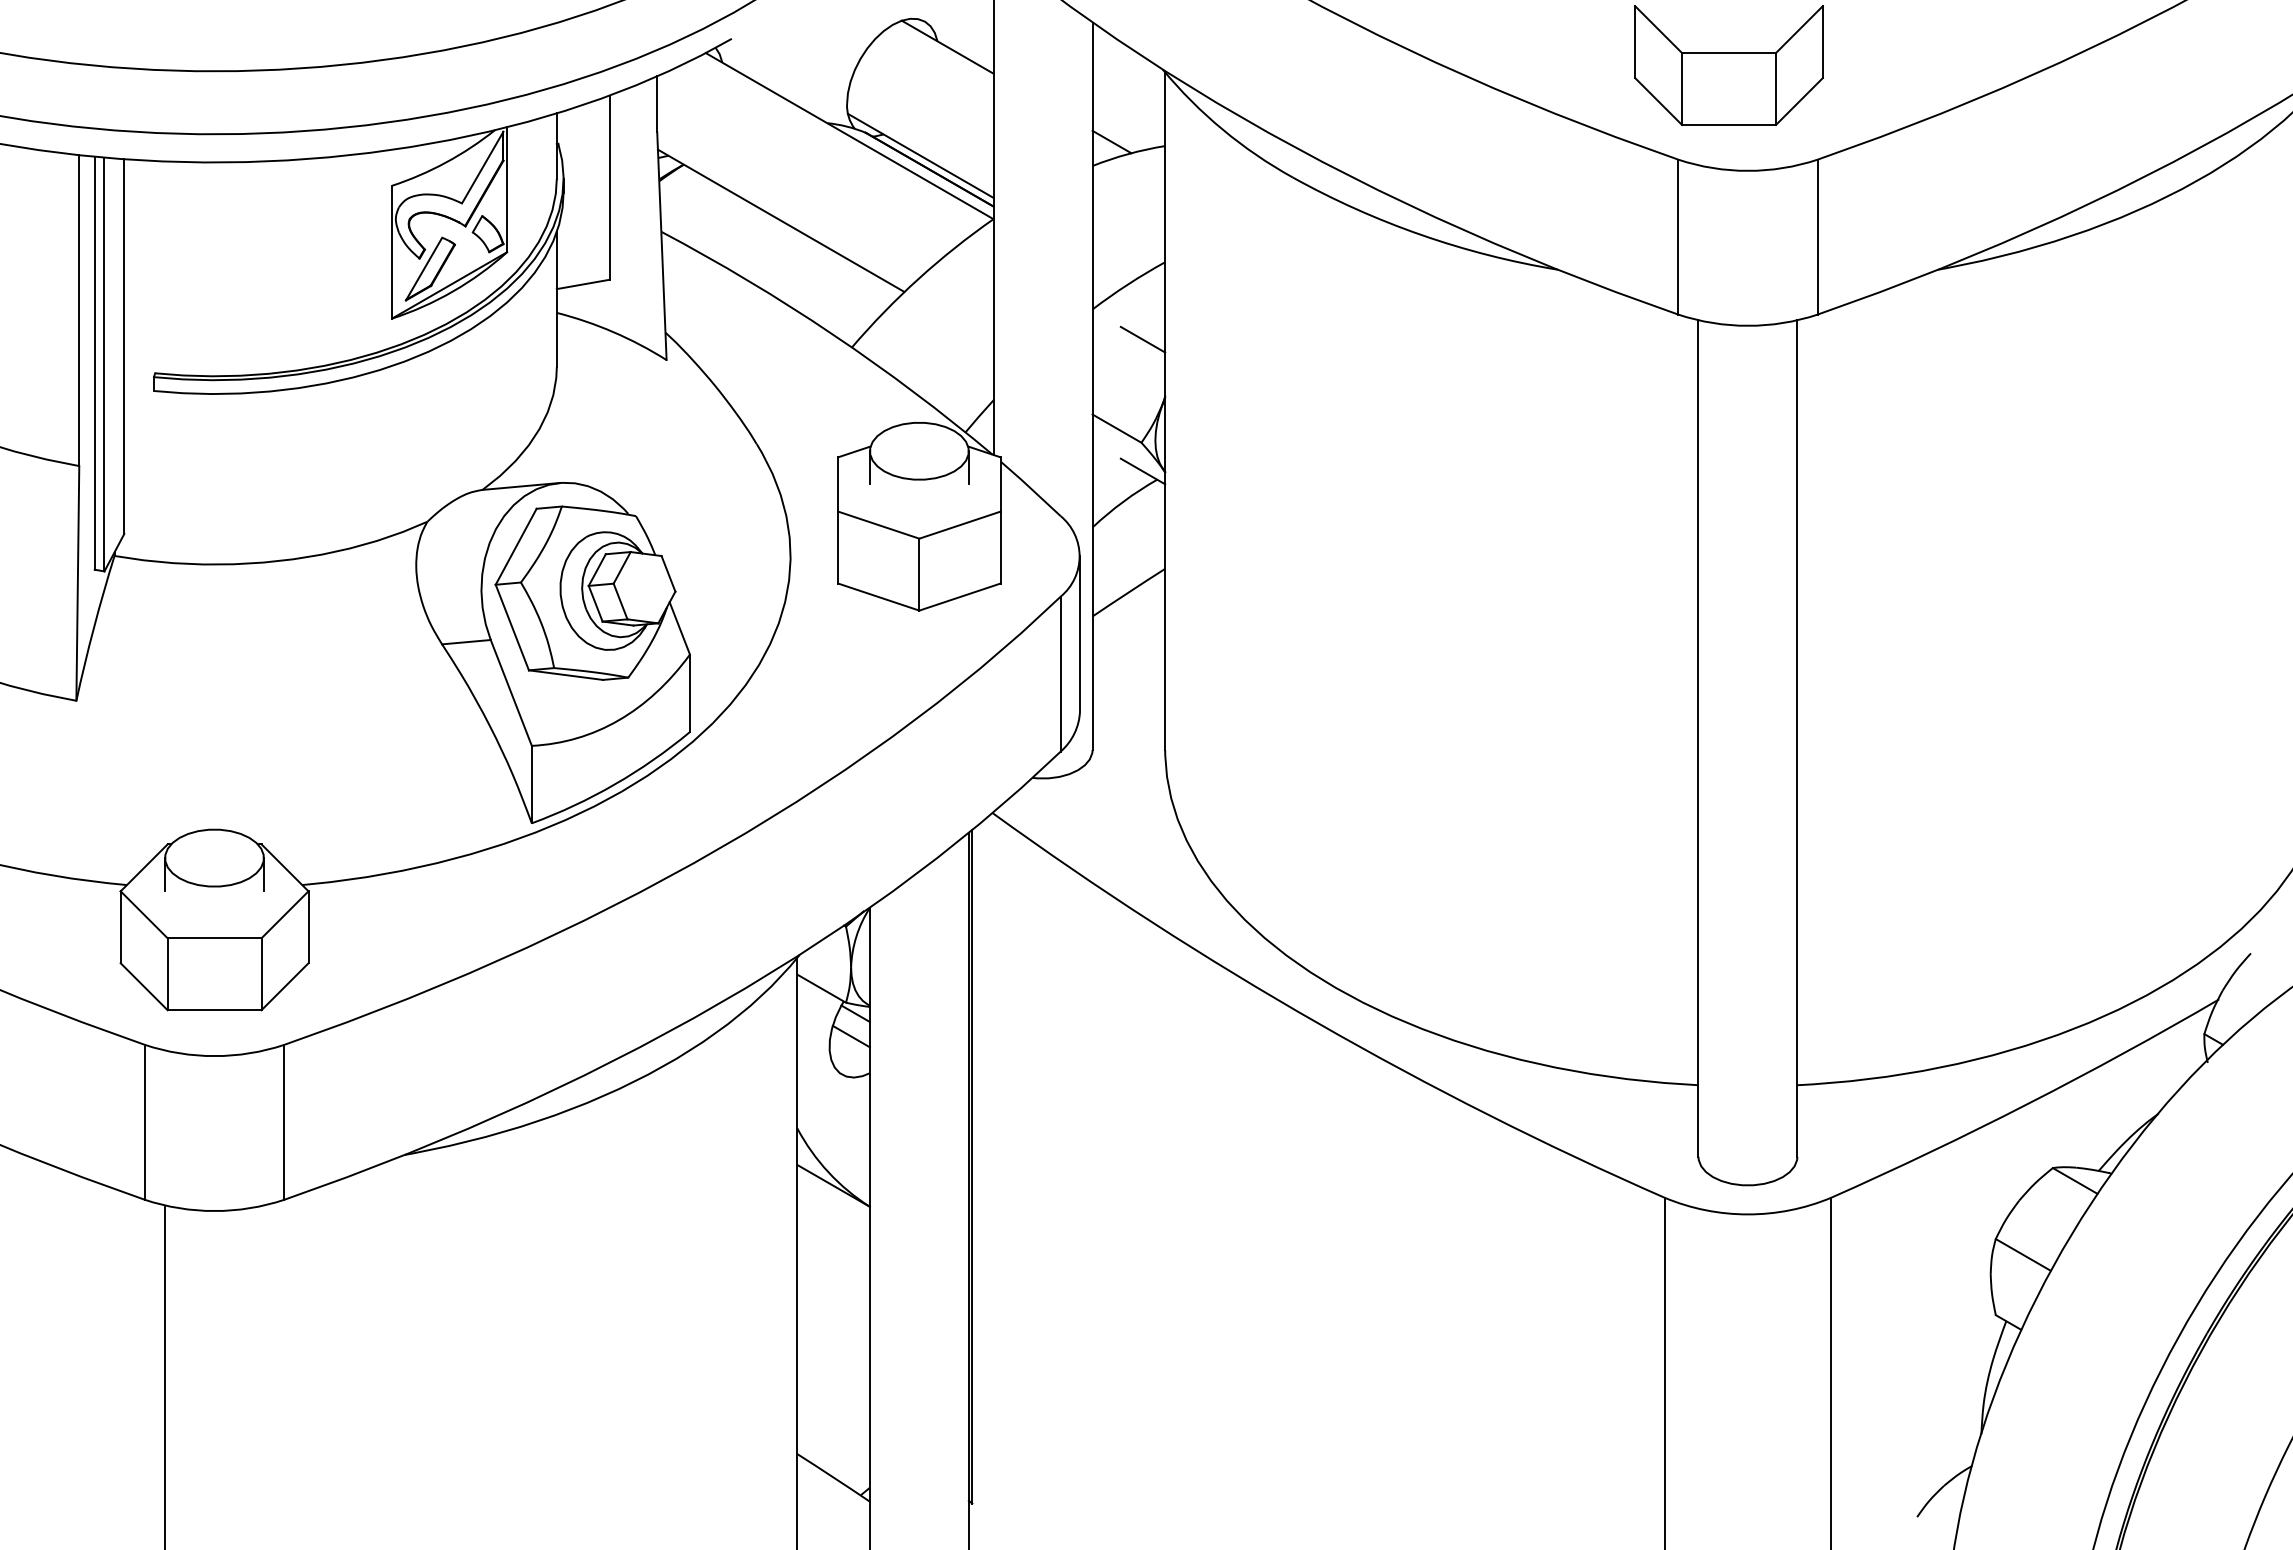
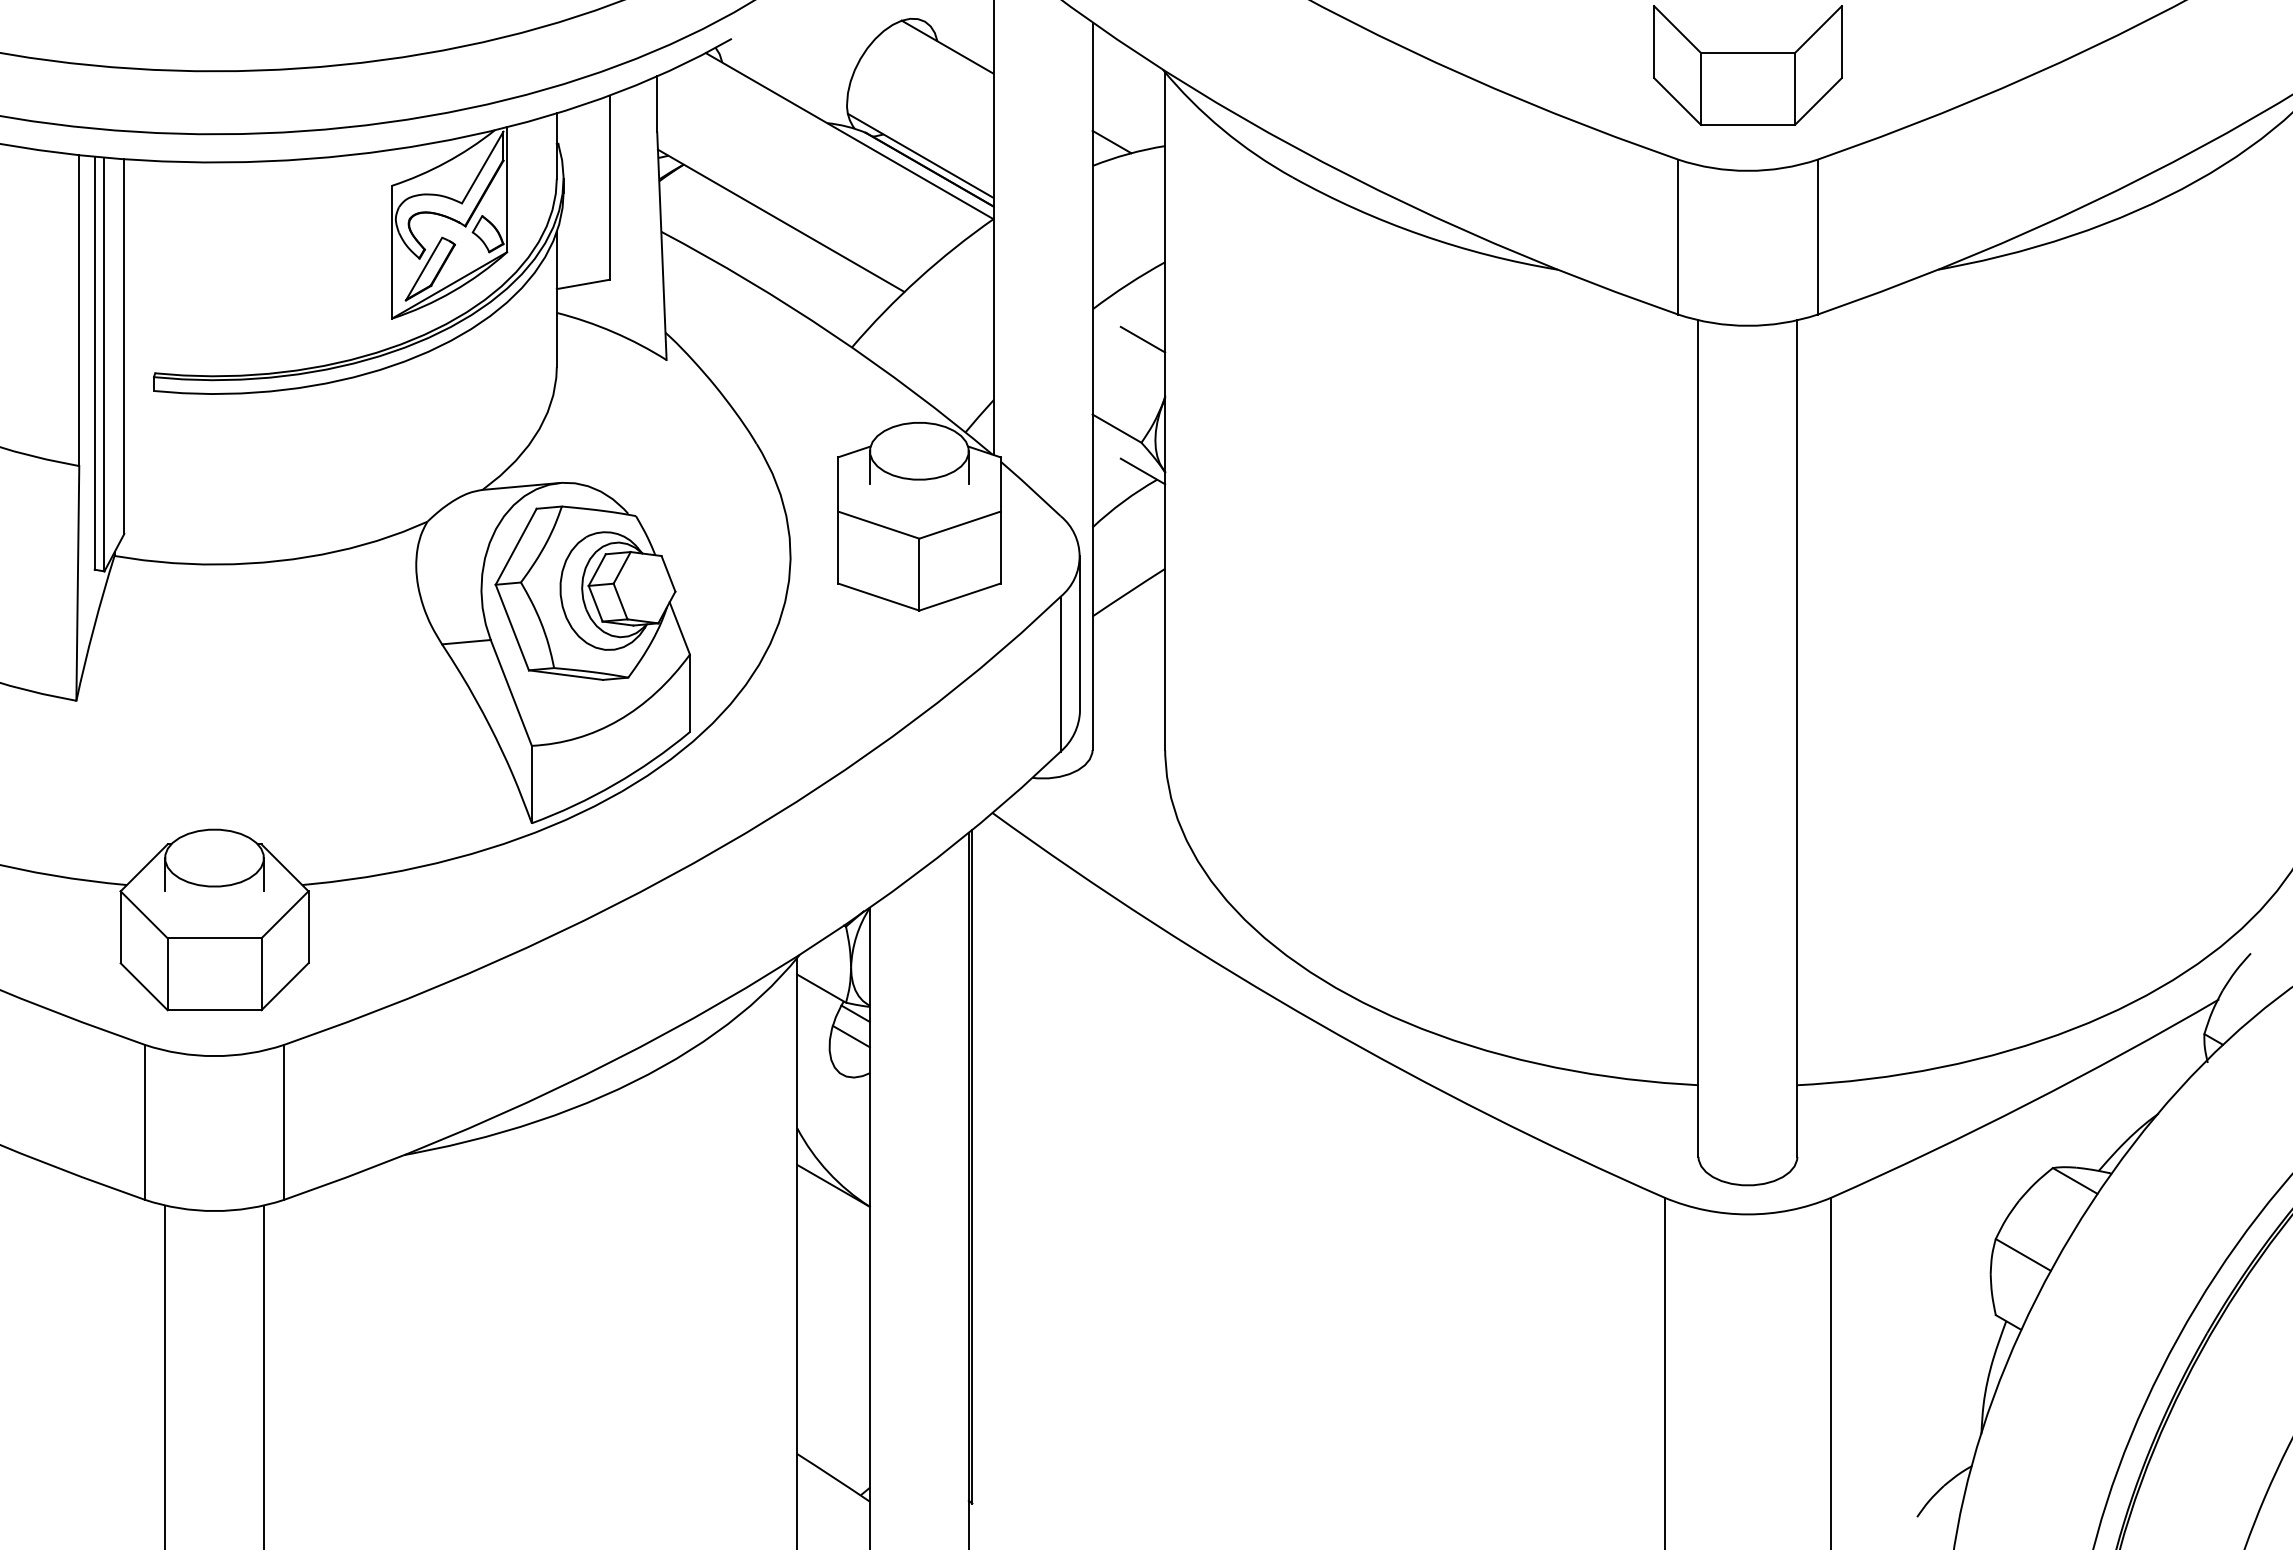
part at (1728, 65) position: (1728, 65) -> (1747, 65)
line at (264, 1375): none -> present
